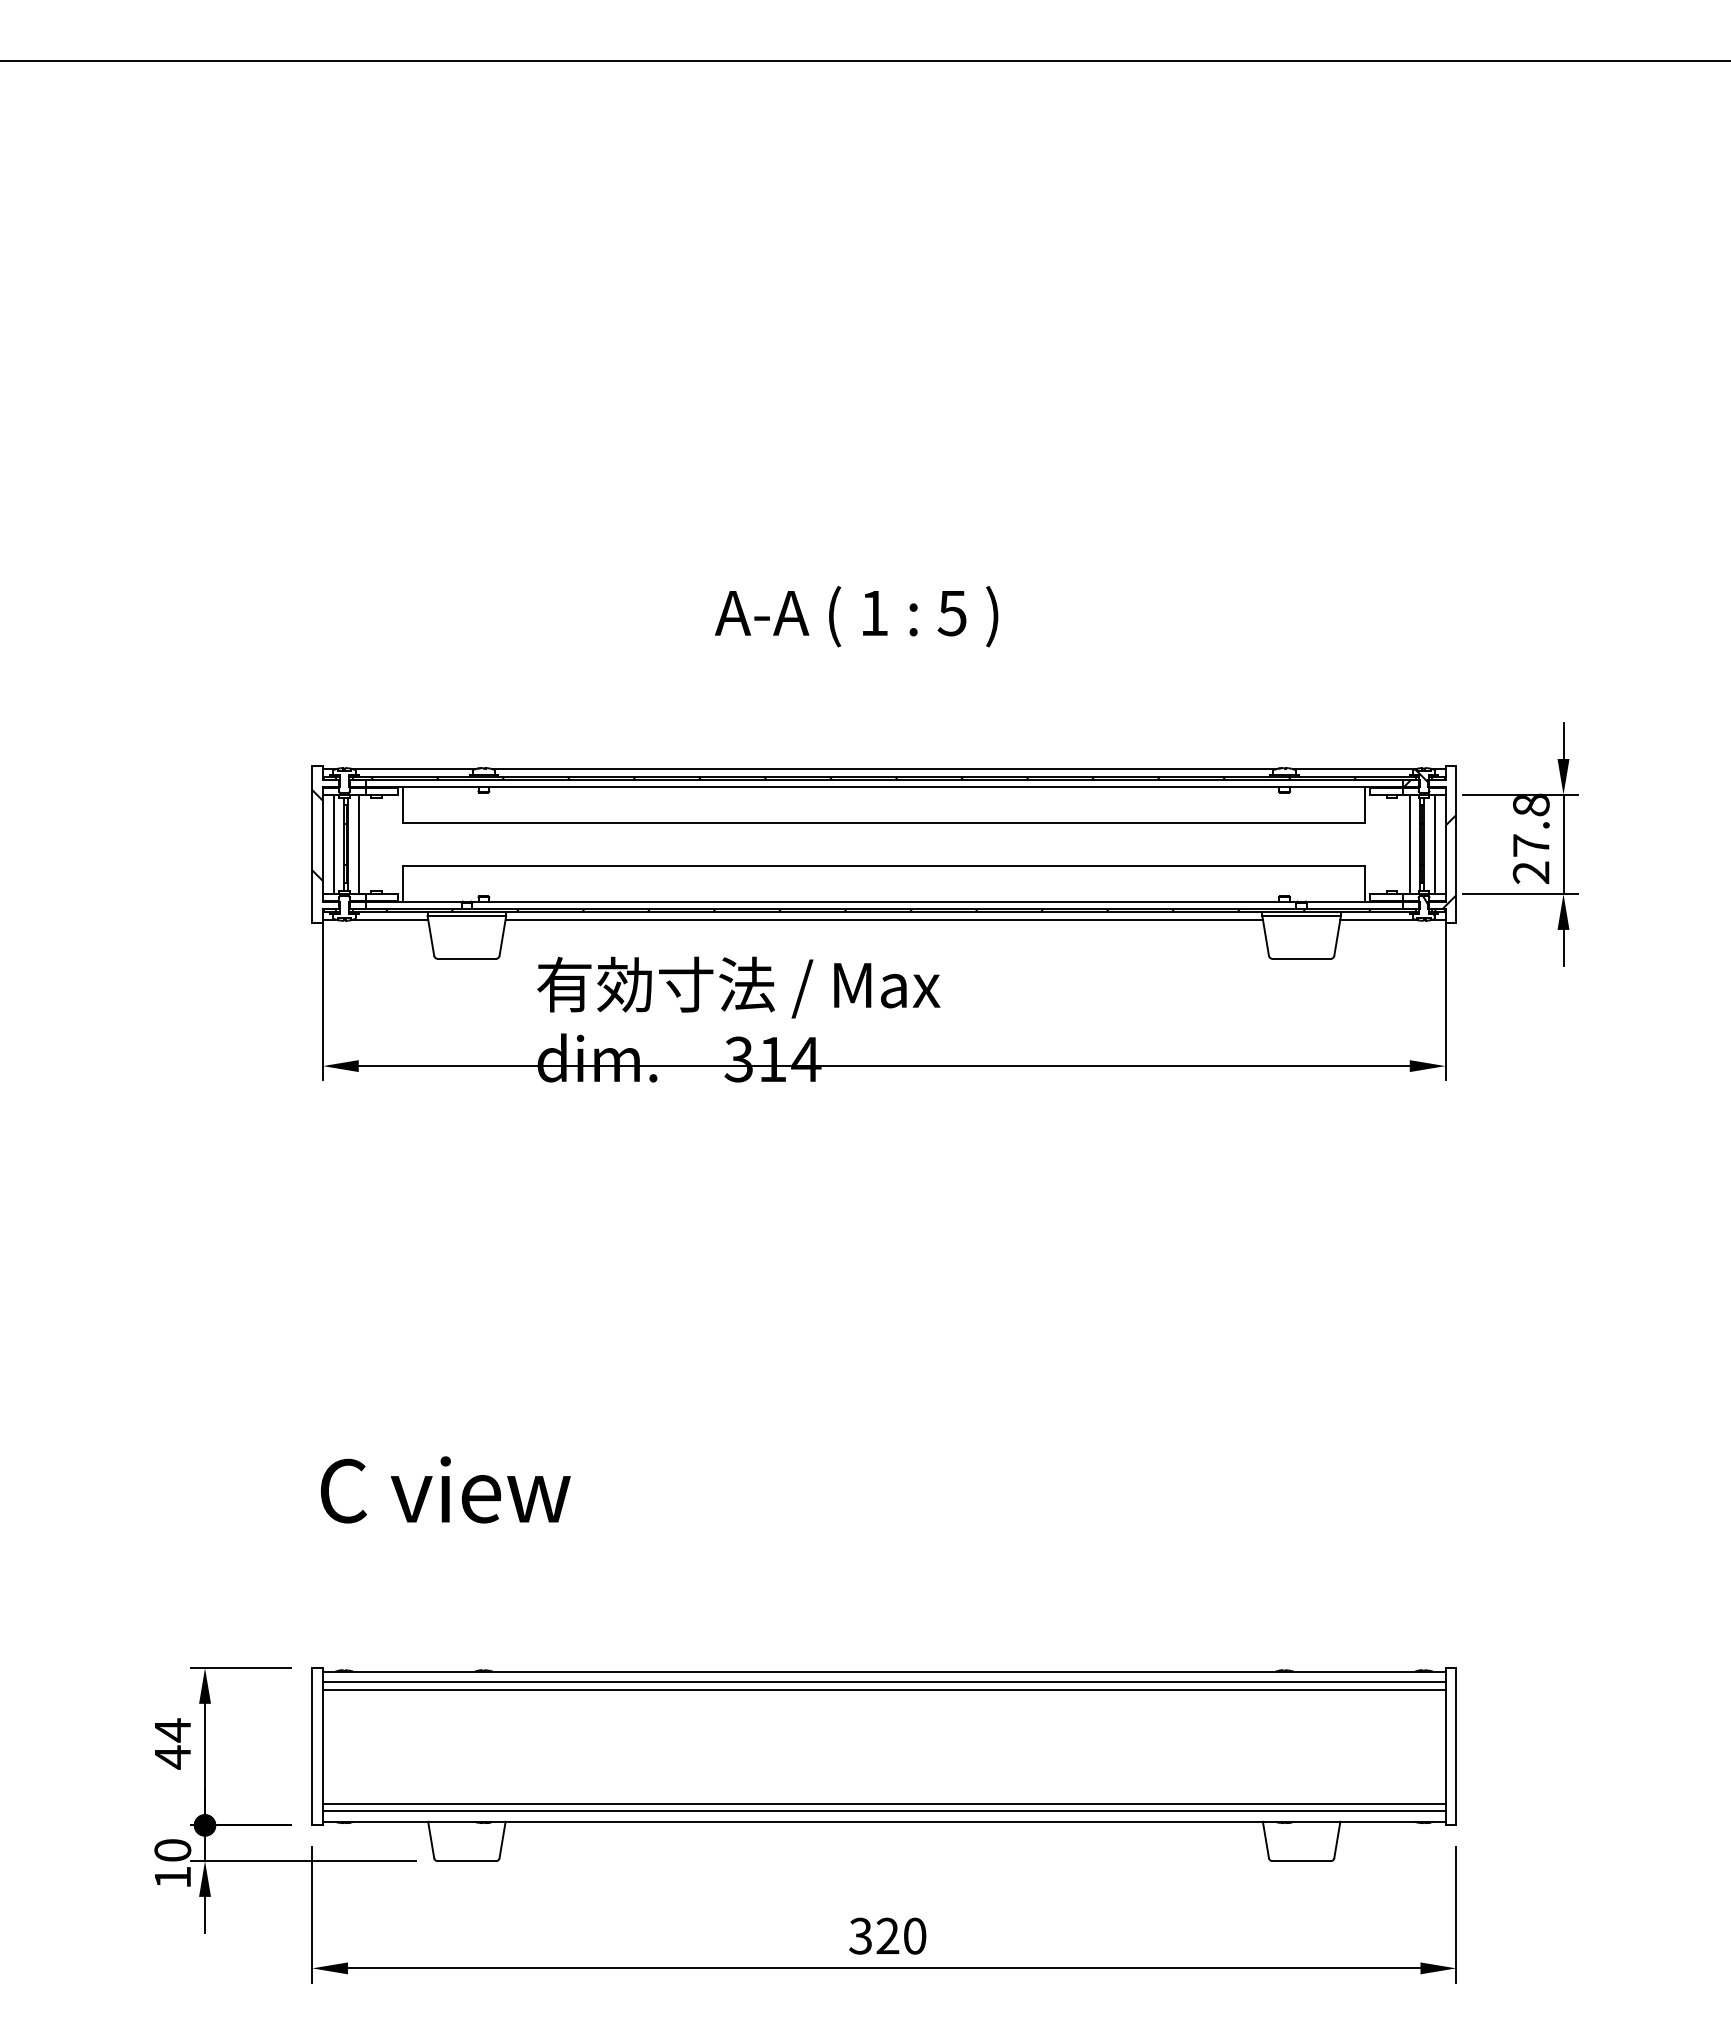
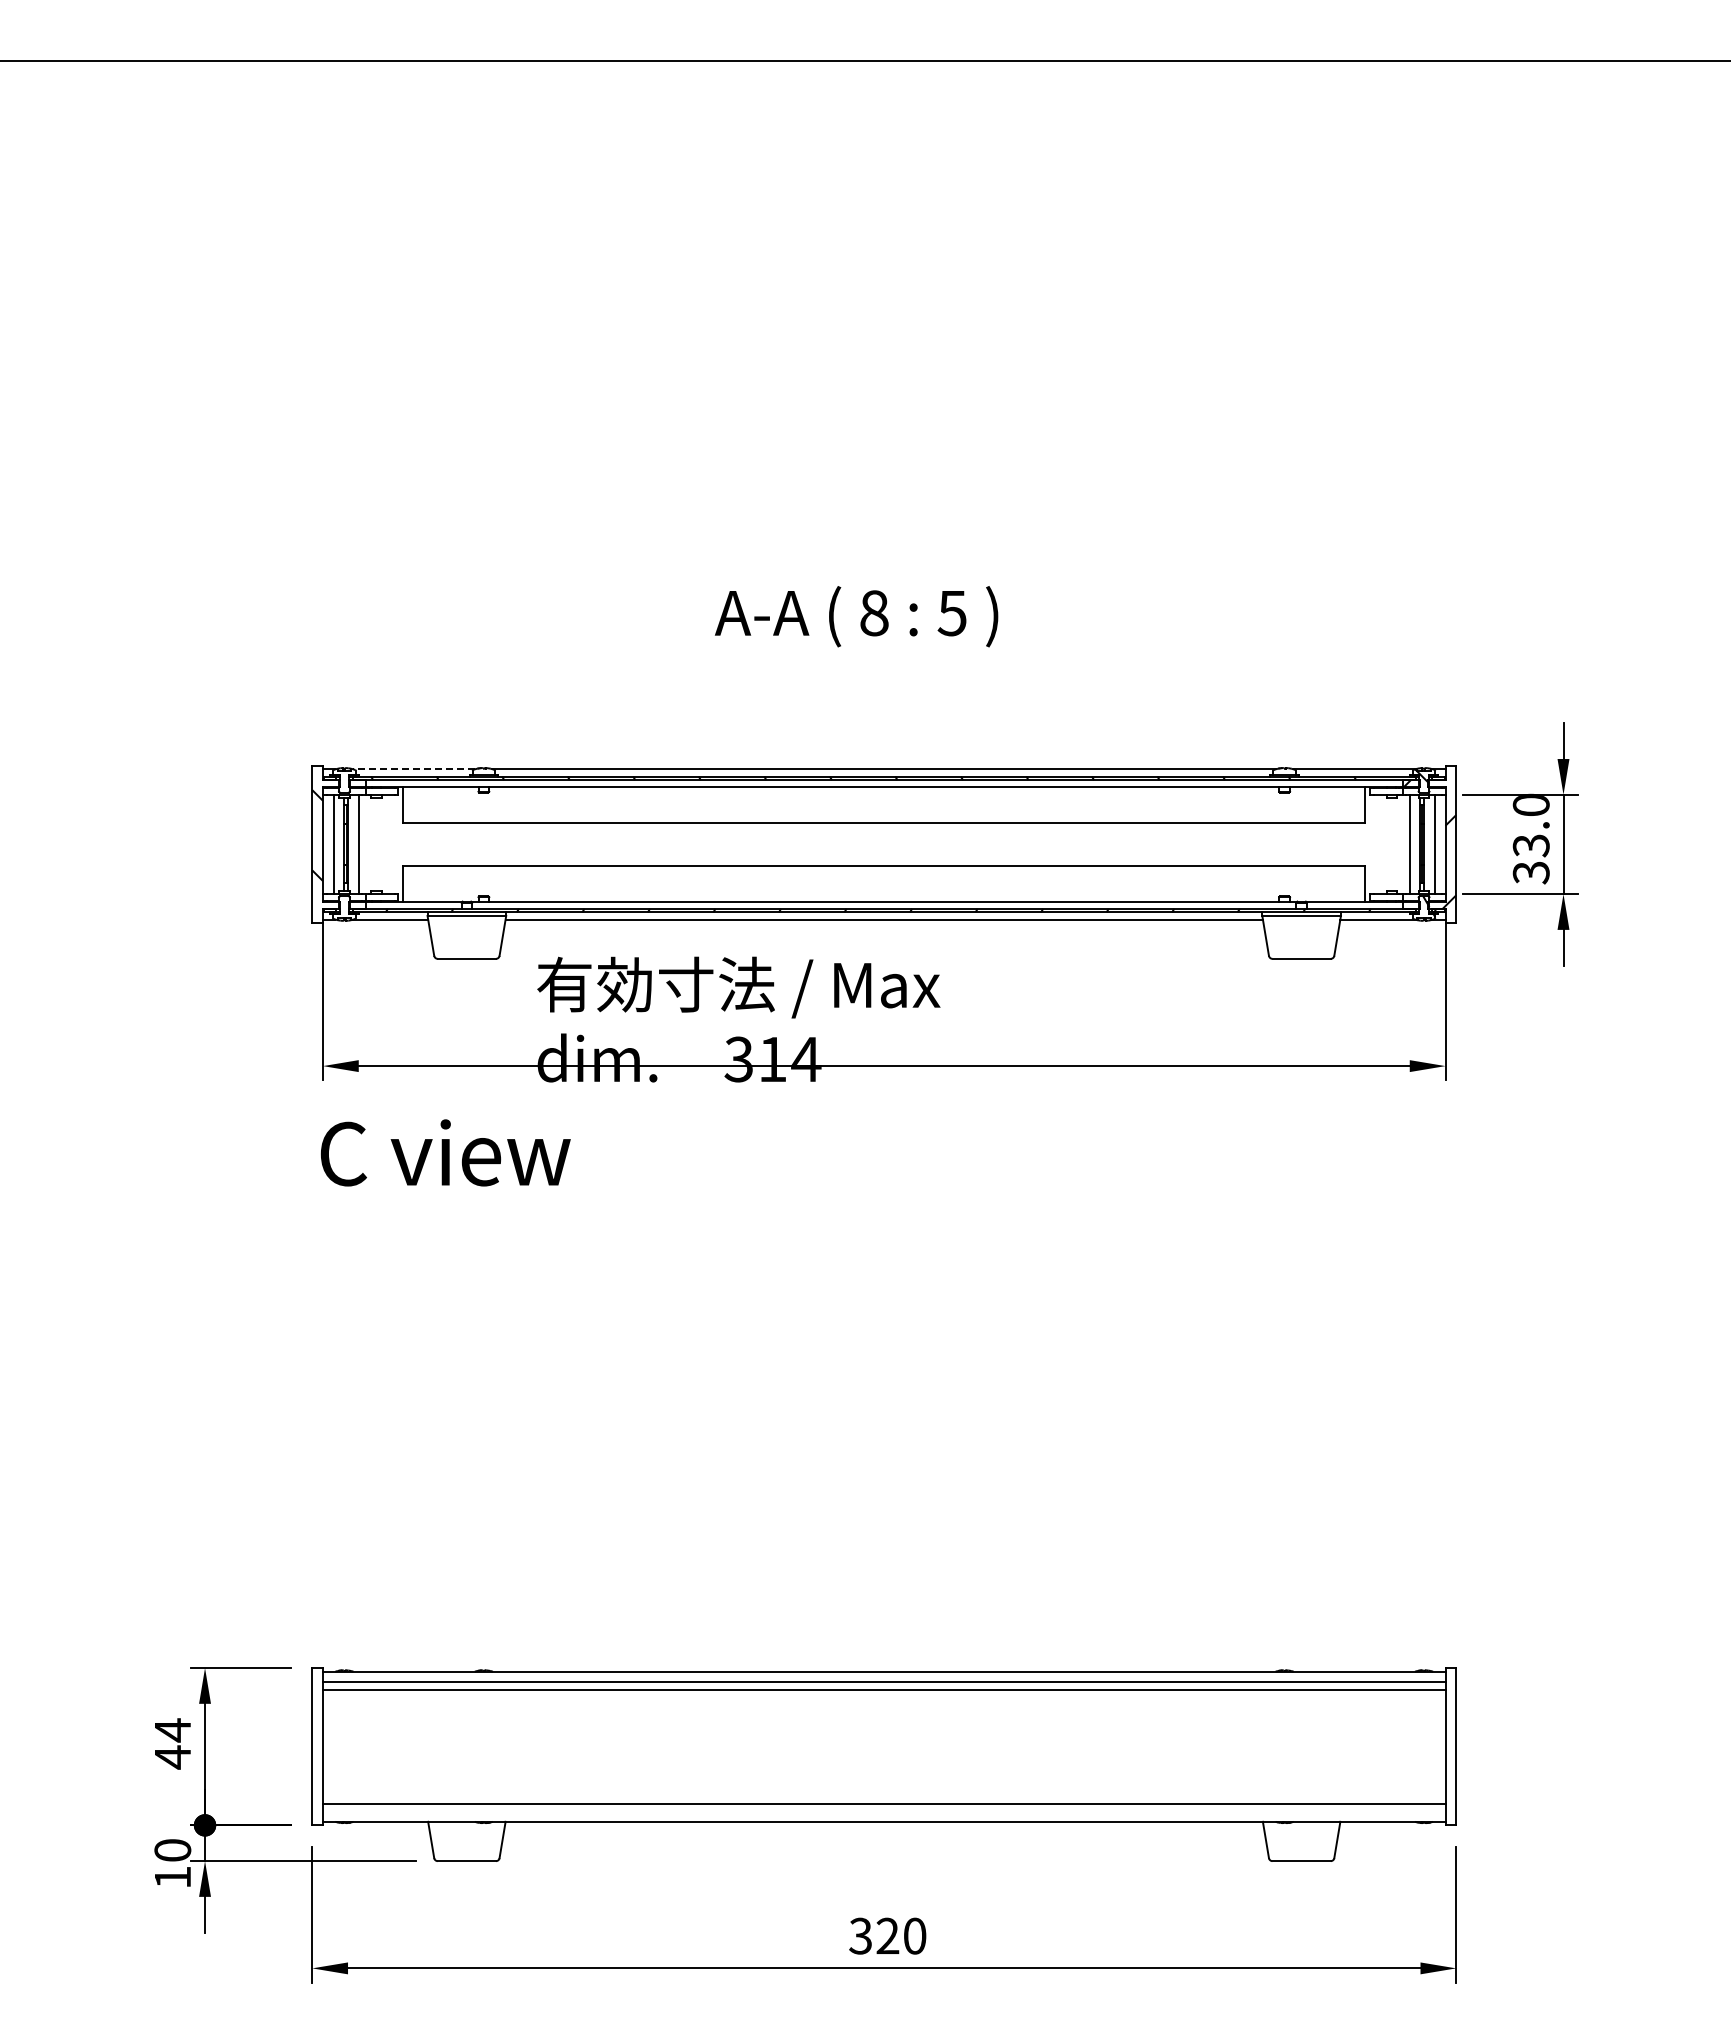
text at (874, 613): 1 -> 8
line at (414, 769): solid -> dashed
text at (1530, 838): 27.8 -> 33.0
text at (445, 1489) position: (445, 1489) -> (445, 1152)
line at (884, 1811): present -> none
